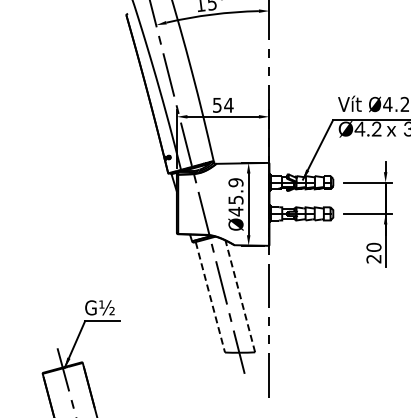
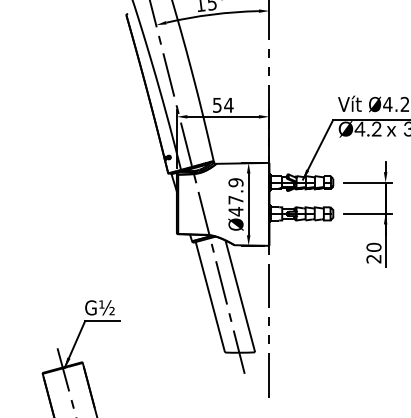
text at (235, 199): Ø45.9 -> Ø47.9
line at (240, 296): dashed -> solid
line at (210, 297): dashed -> solid
